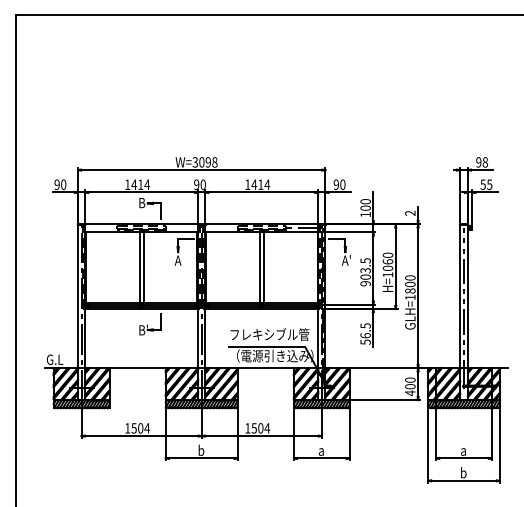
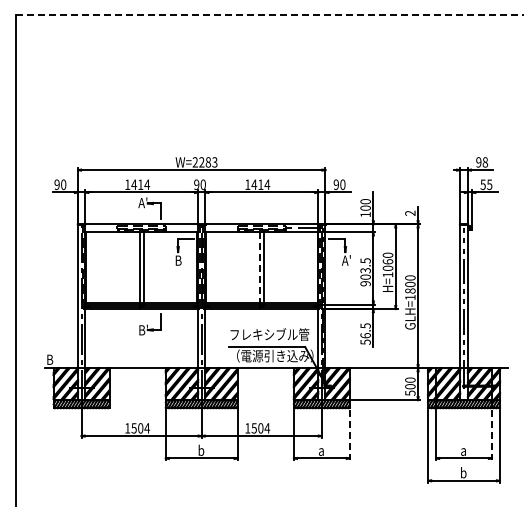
line at (269, 15): solid -> dashed
text at (204, 162): W=3098 -> W=2283
text at (142, 202): B -> A'
text at (177, 260): A -> B
line at (259, 269): solid -> dashed
text at (54, 359): G.L -> B
text at (410, 393): 400 -> 500
line at (349, 435): solid -> dashed
line at (491, 435): solid -> dashed
